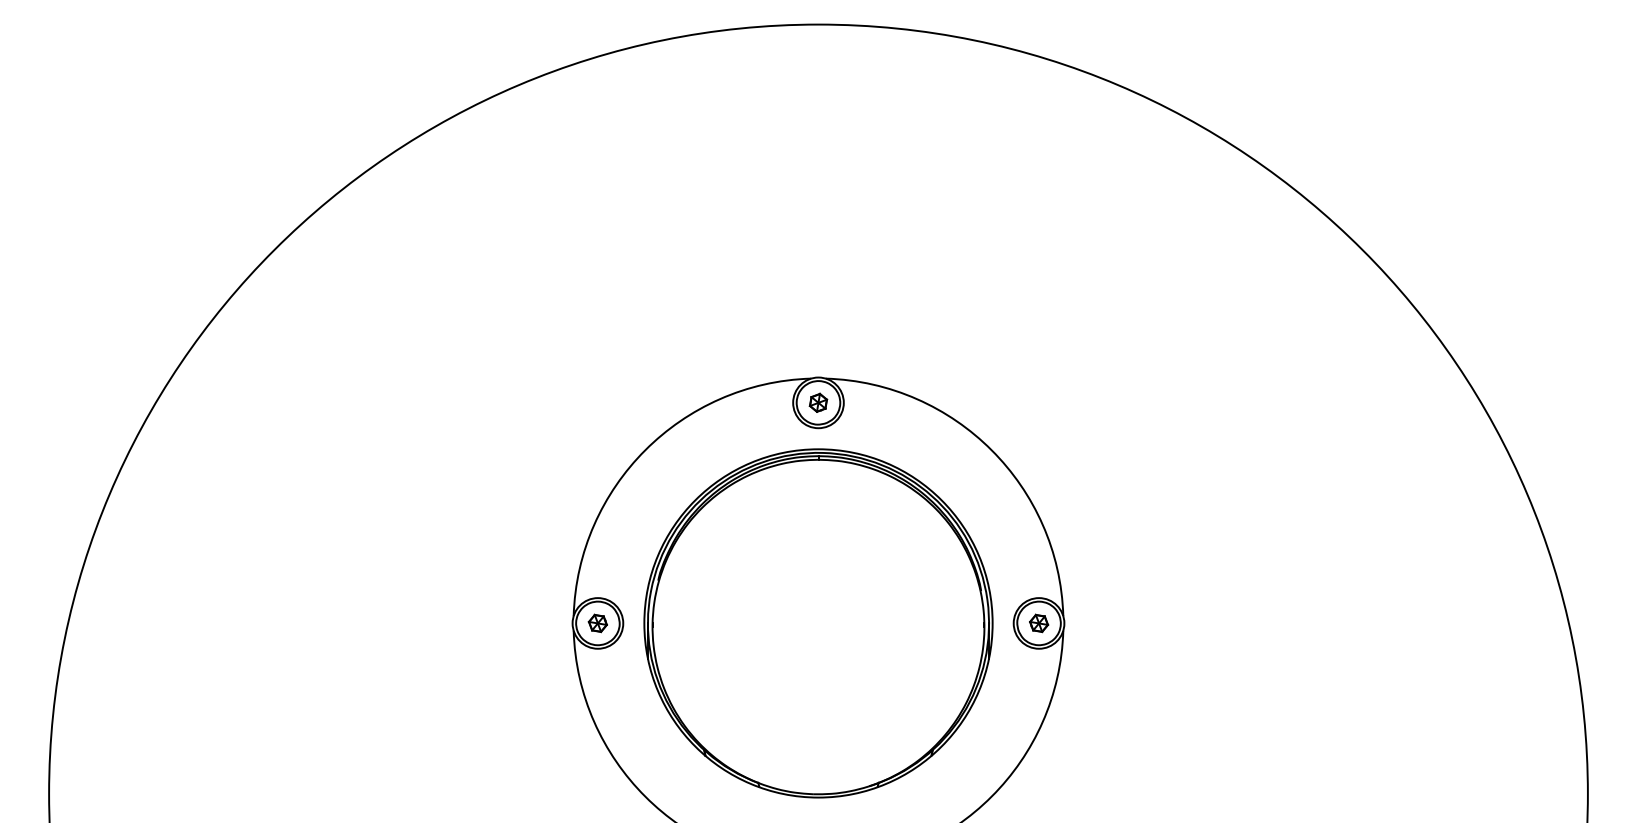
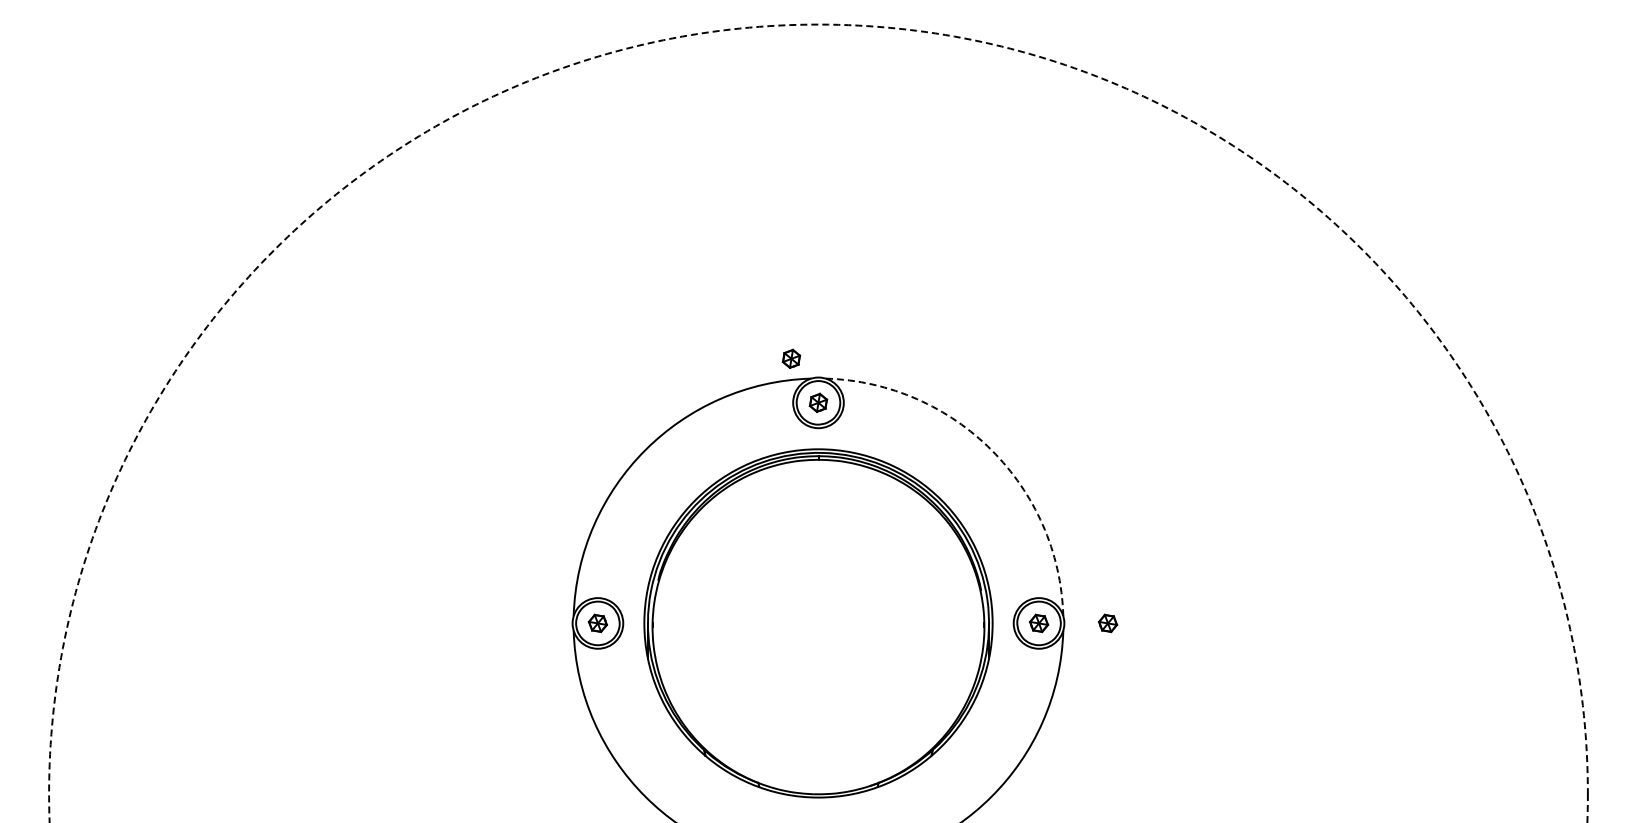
part at (791, 358): none -> present
circle at (818, 423): solid -> dashed
arc at (991, 450): solid -> dashed
part at (1108, 623): none -> present
